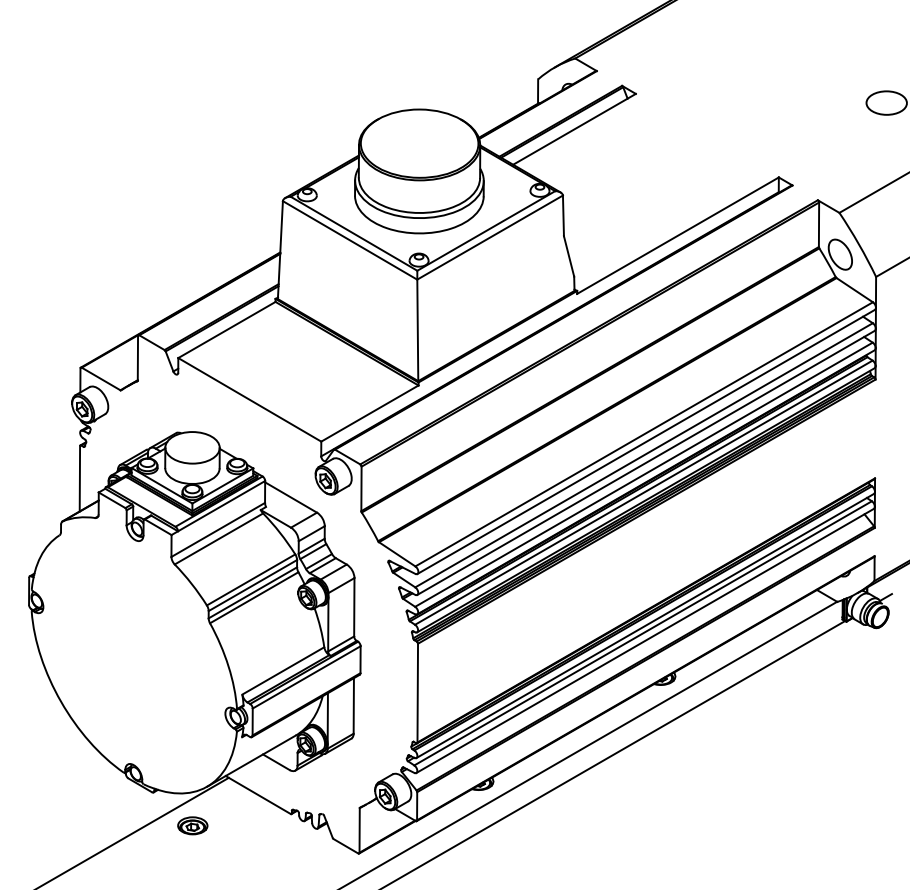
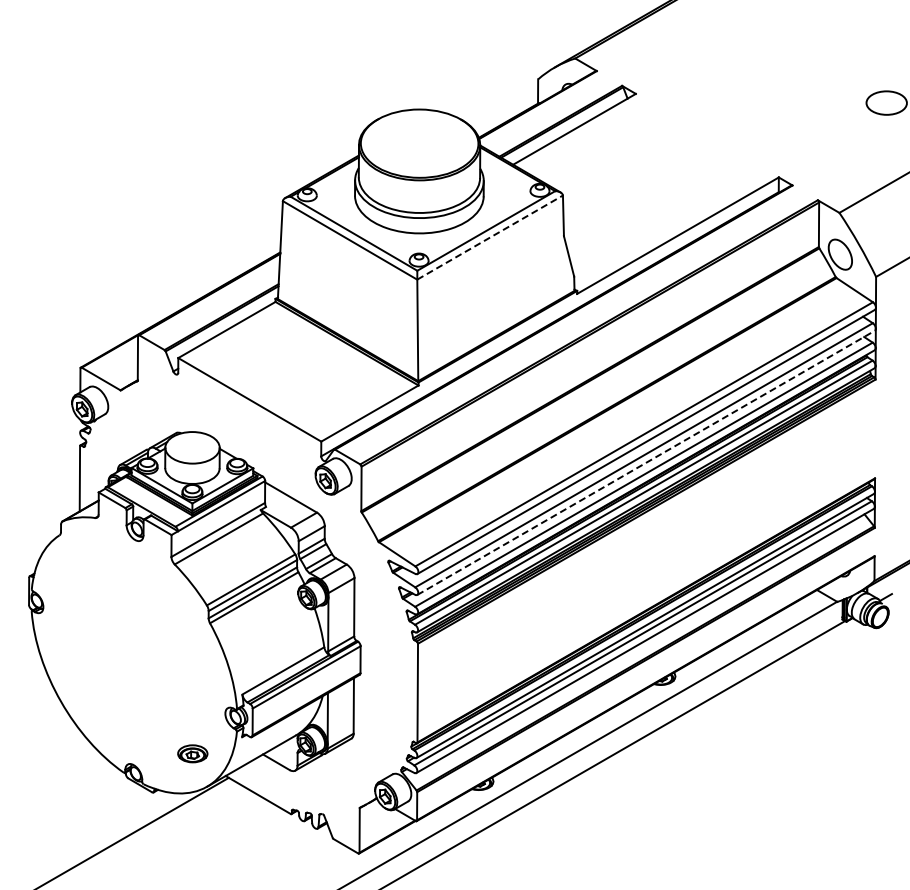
line at (490, 237): solid -> dashed
line at (646, 462): solid -> dashed
part at (192, 825) position: (192, 825) -> (192, 753)
